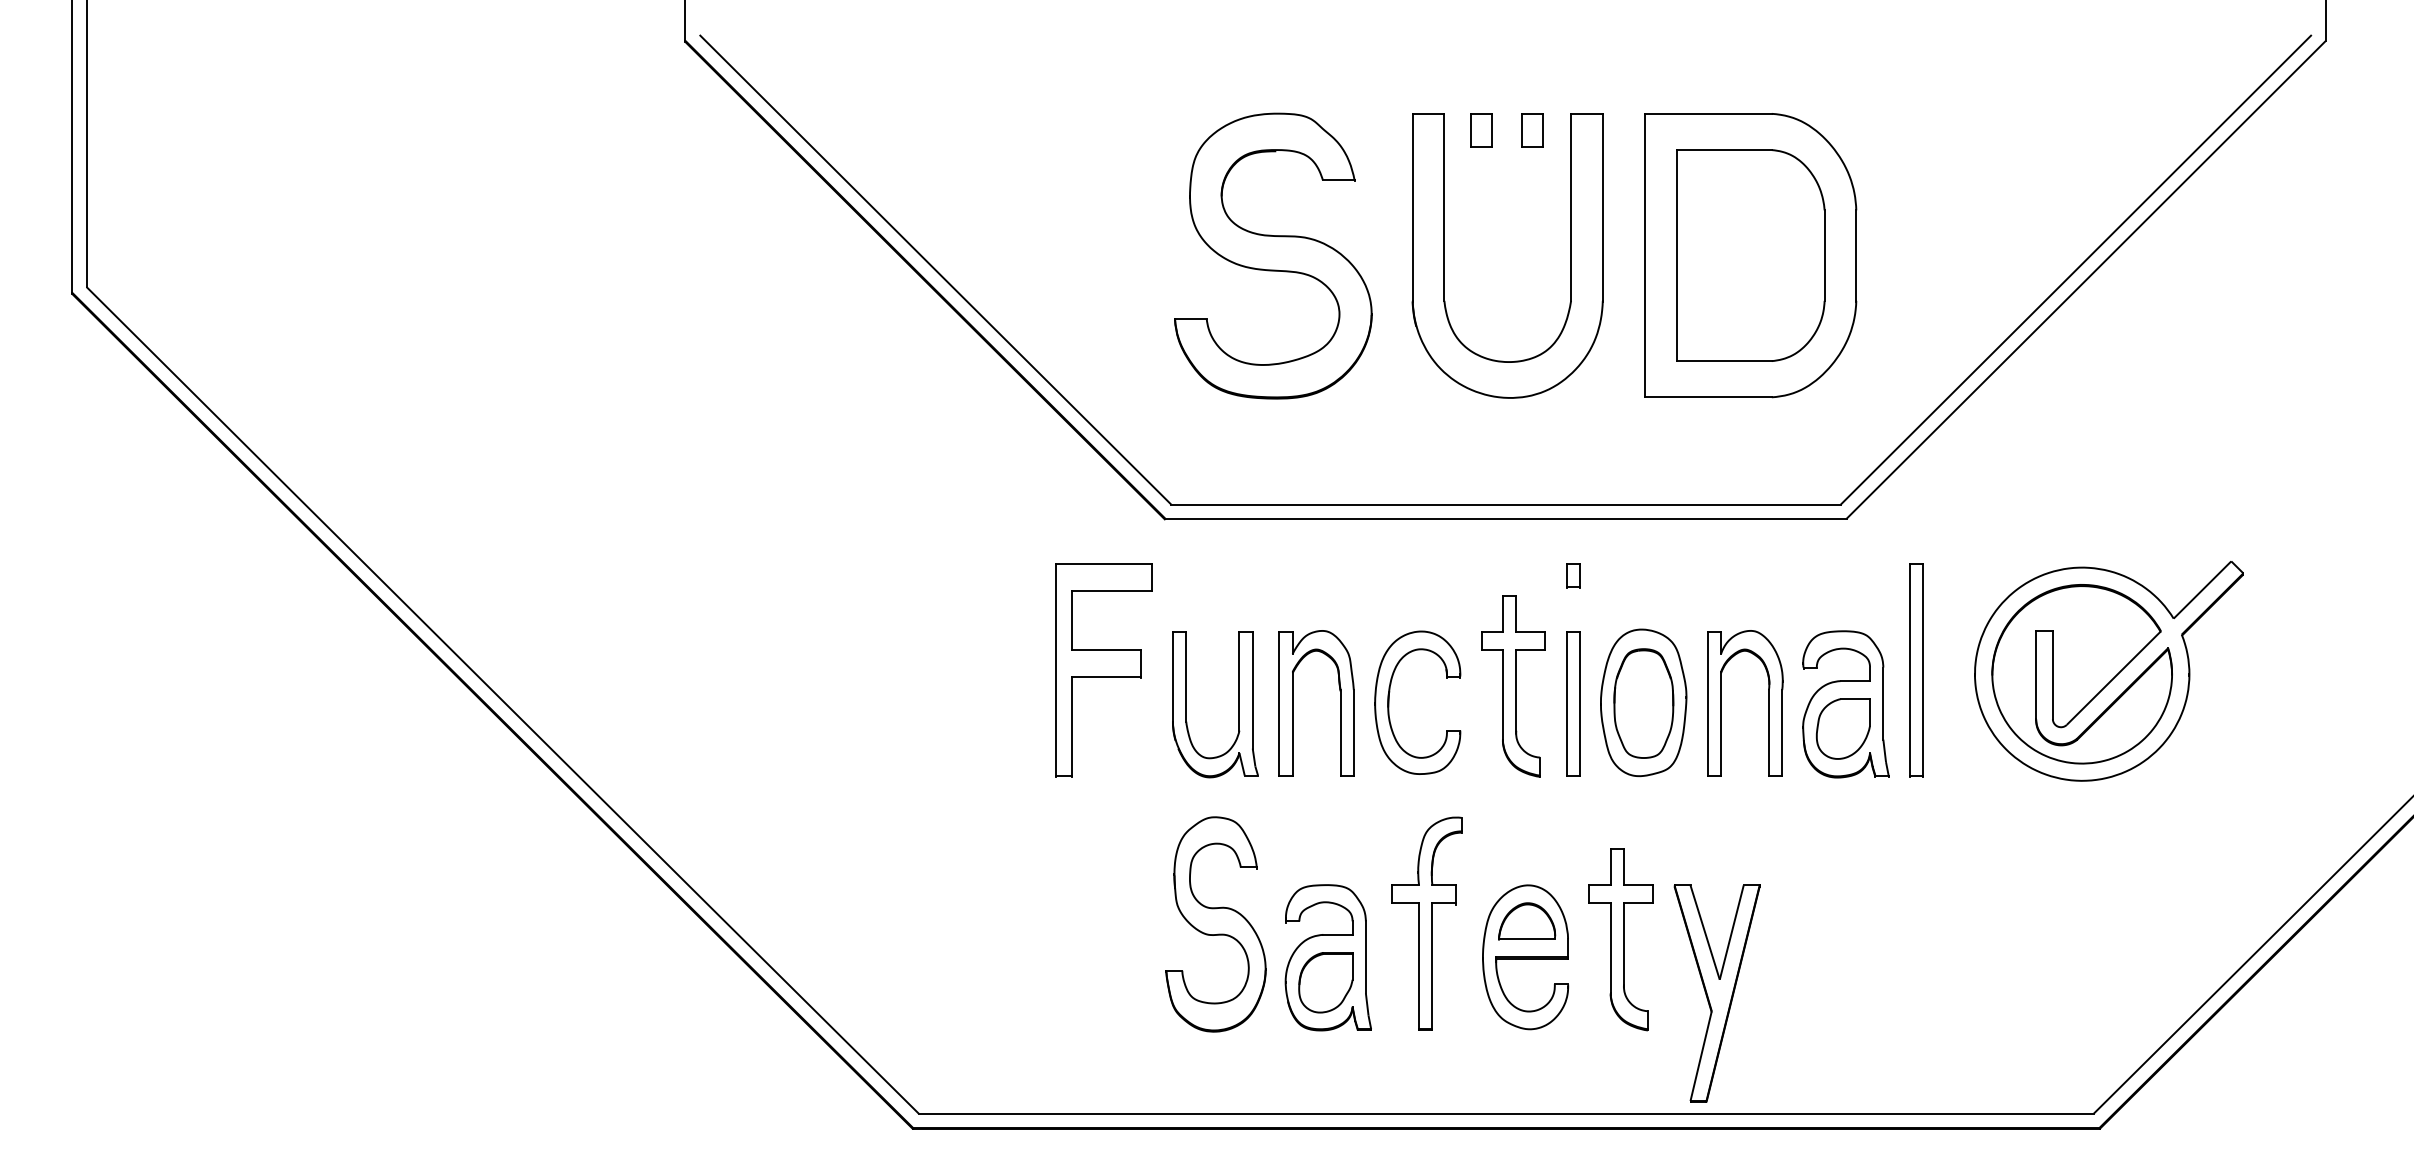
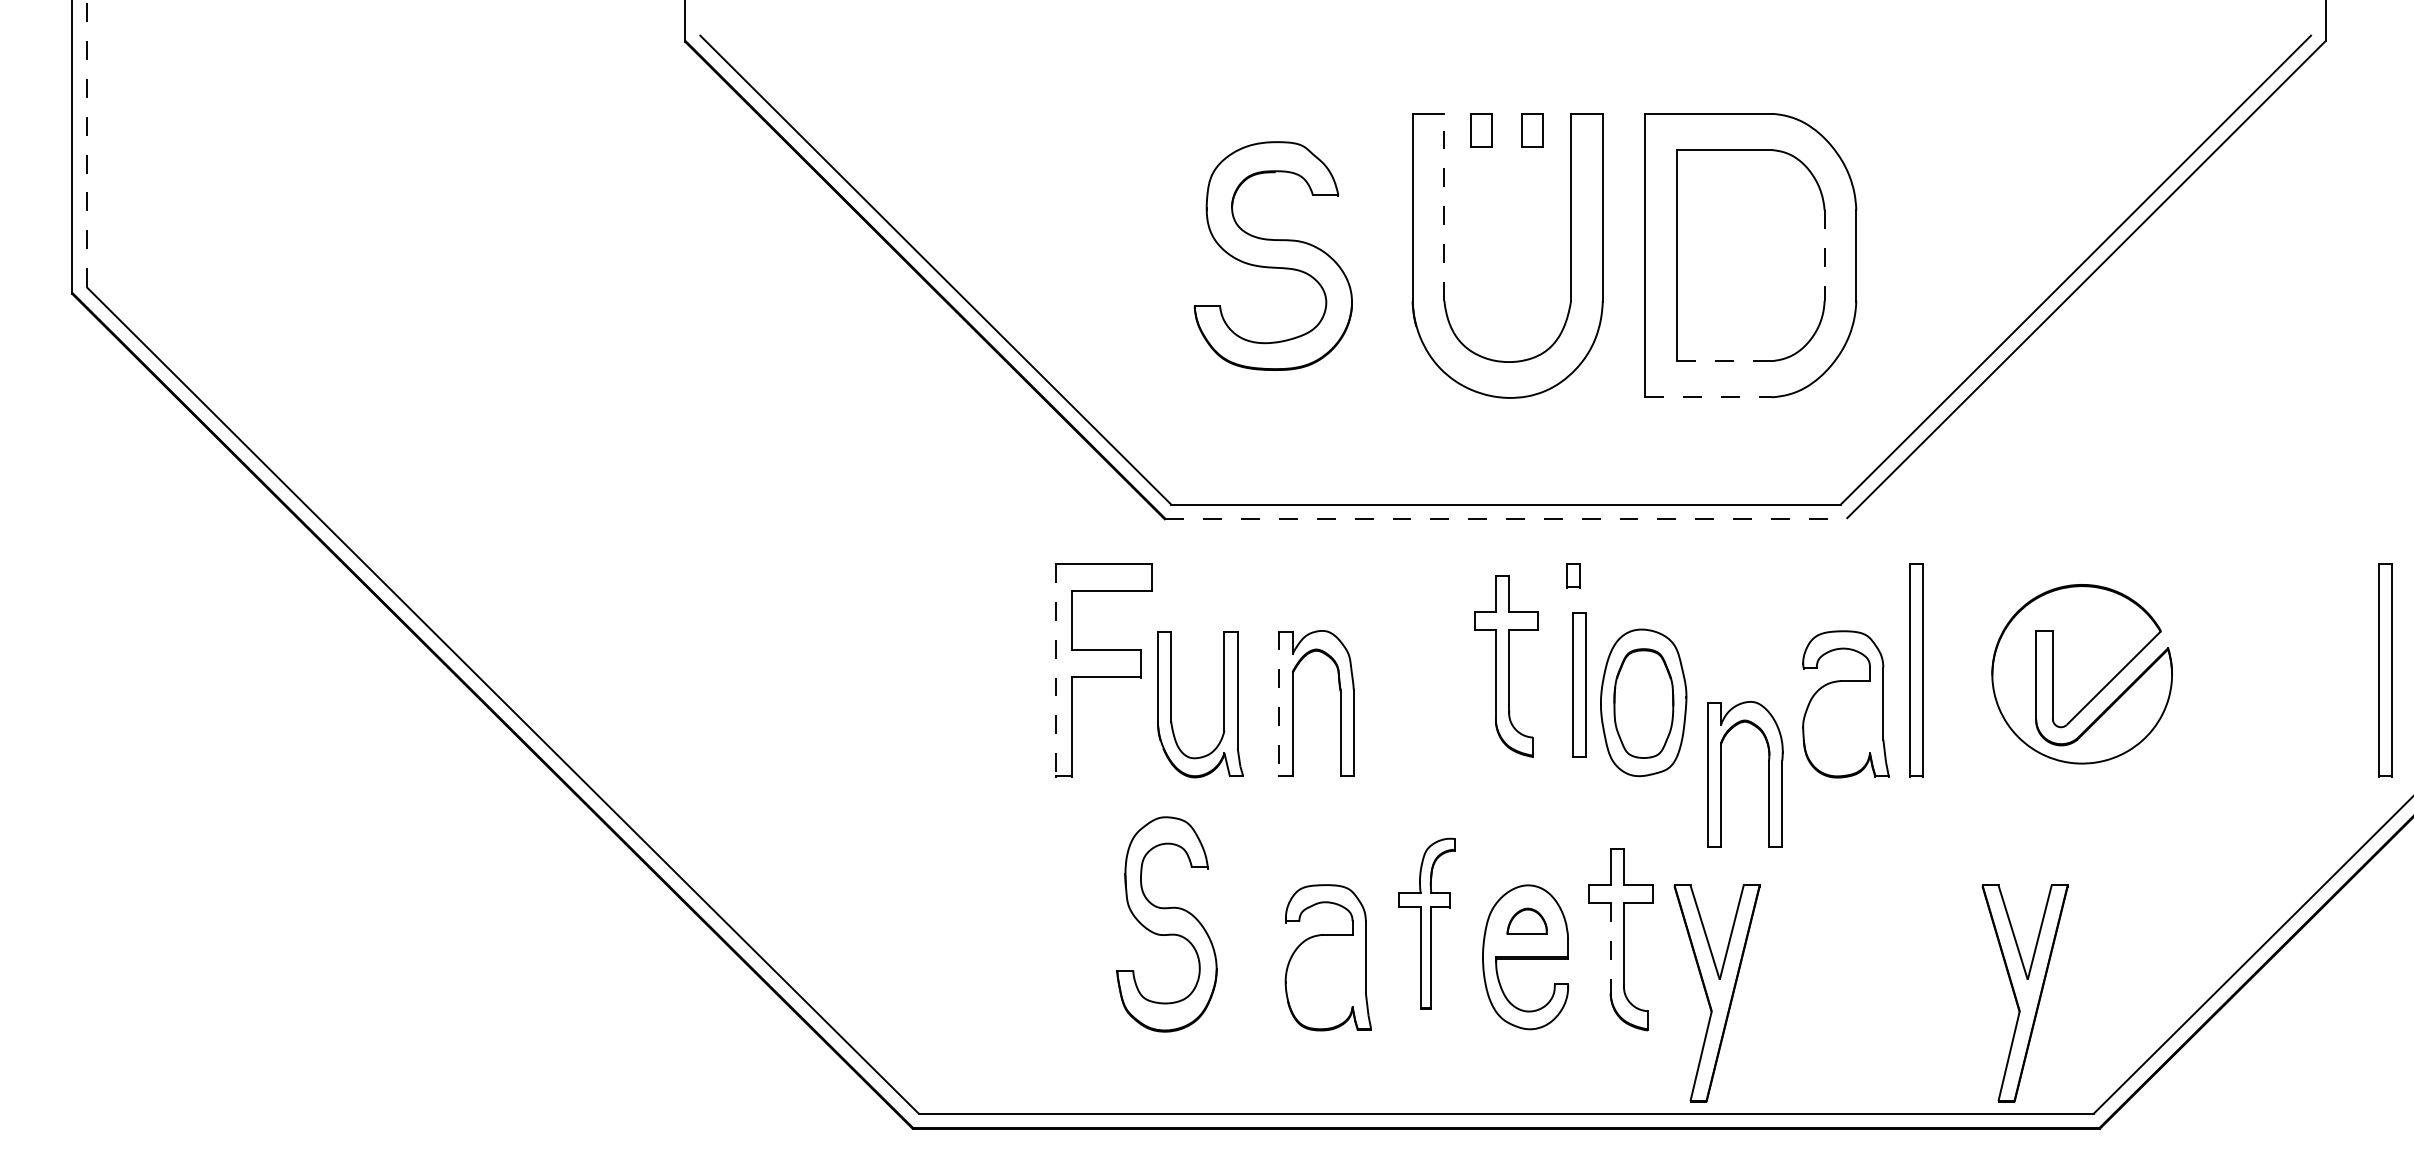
line at (86, 143): solid -> dashed
line at (1444, 207): solid -> dashed
part at (1273, 255) size: 199x288 px -> 160x230 px
line at (1824, 256): solid -> dashed
line at (1724, 361): solid -> dashed
line at (1708, 397): solid -> dashed
line at (1506, 518): solid -> dashed
line at (1055, 669): solid -> dashed
part at (2385, 670): none -> present
part at (2108, 671): present -> none
part at (1513, 686) position: (1513, 686) -> (1506, 666)
part at (1389, 702): present -> none
part at (1573, 703) position: (1573, 703) -> (1579, 684)
part at (1768, 703) position: (1768, 703) -> (1768, 774)
part at (1238, 704) position: (1238, 704) -> (1223, 704)
line at (1279, 704): solid -> dashed
part at (1842, 728): present -> none
part at (1527, 921) size: 59x39 px -> 42x28 px
part at (1426, 923) size: 72x215 px -> 58x173 px
part at (1215, 924) position: (1215, 924) -> (1166, 924)
line at (1610, 948): solid -> dashed
part at (1325, 982): present -> none
part at (2024, 993): none -> present
